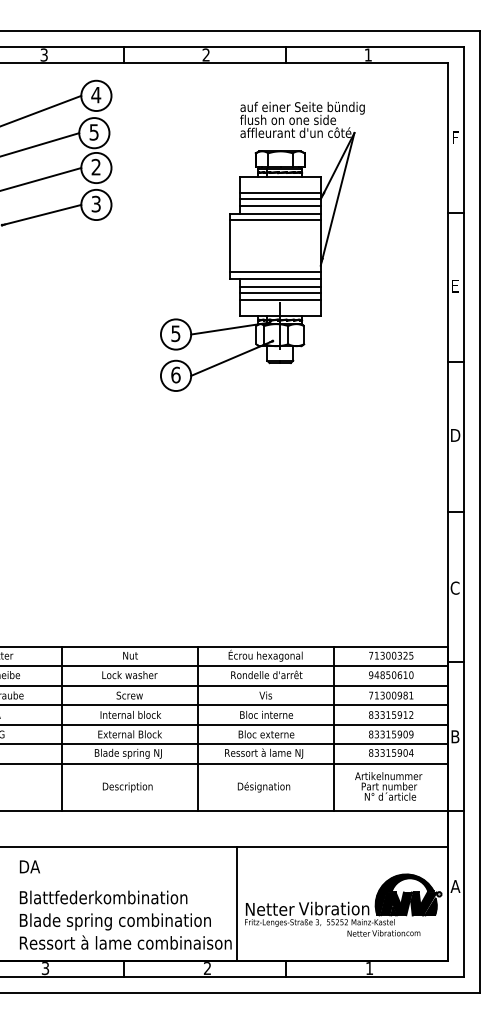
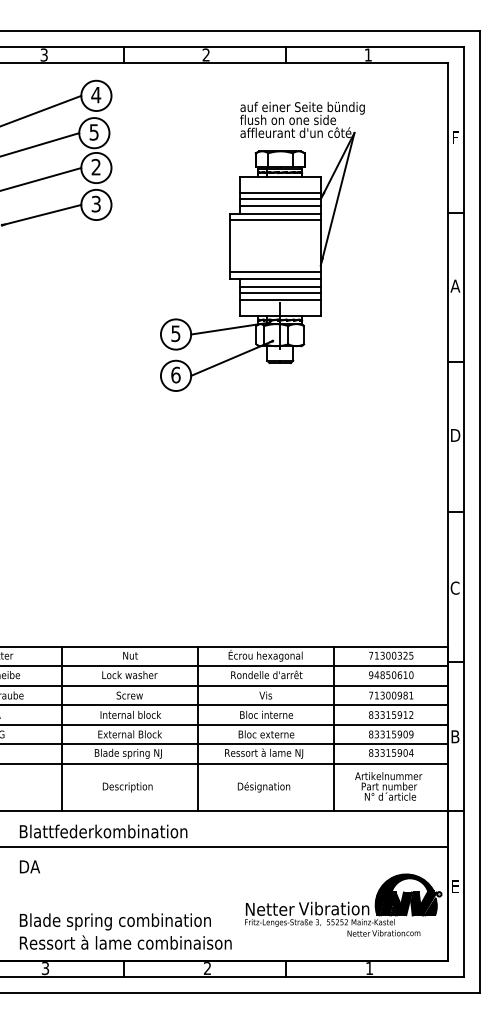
text at (455, 285): E -> A
text at (455, 886): A -> E
text at (103, 897) position: (103, 897) -> (103, 831)
line at (237, 903): present -> none
